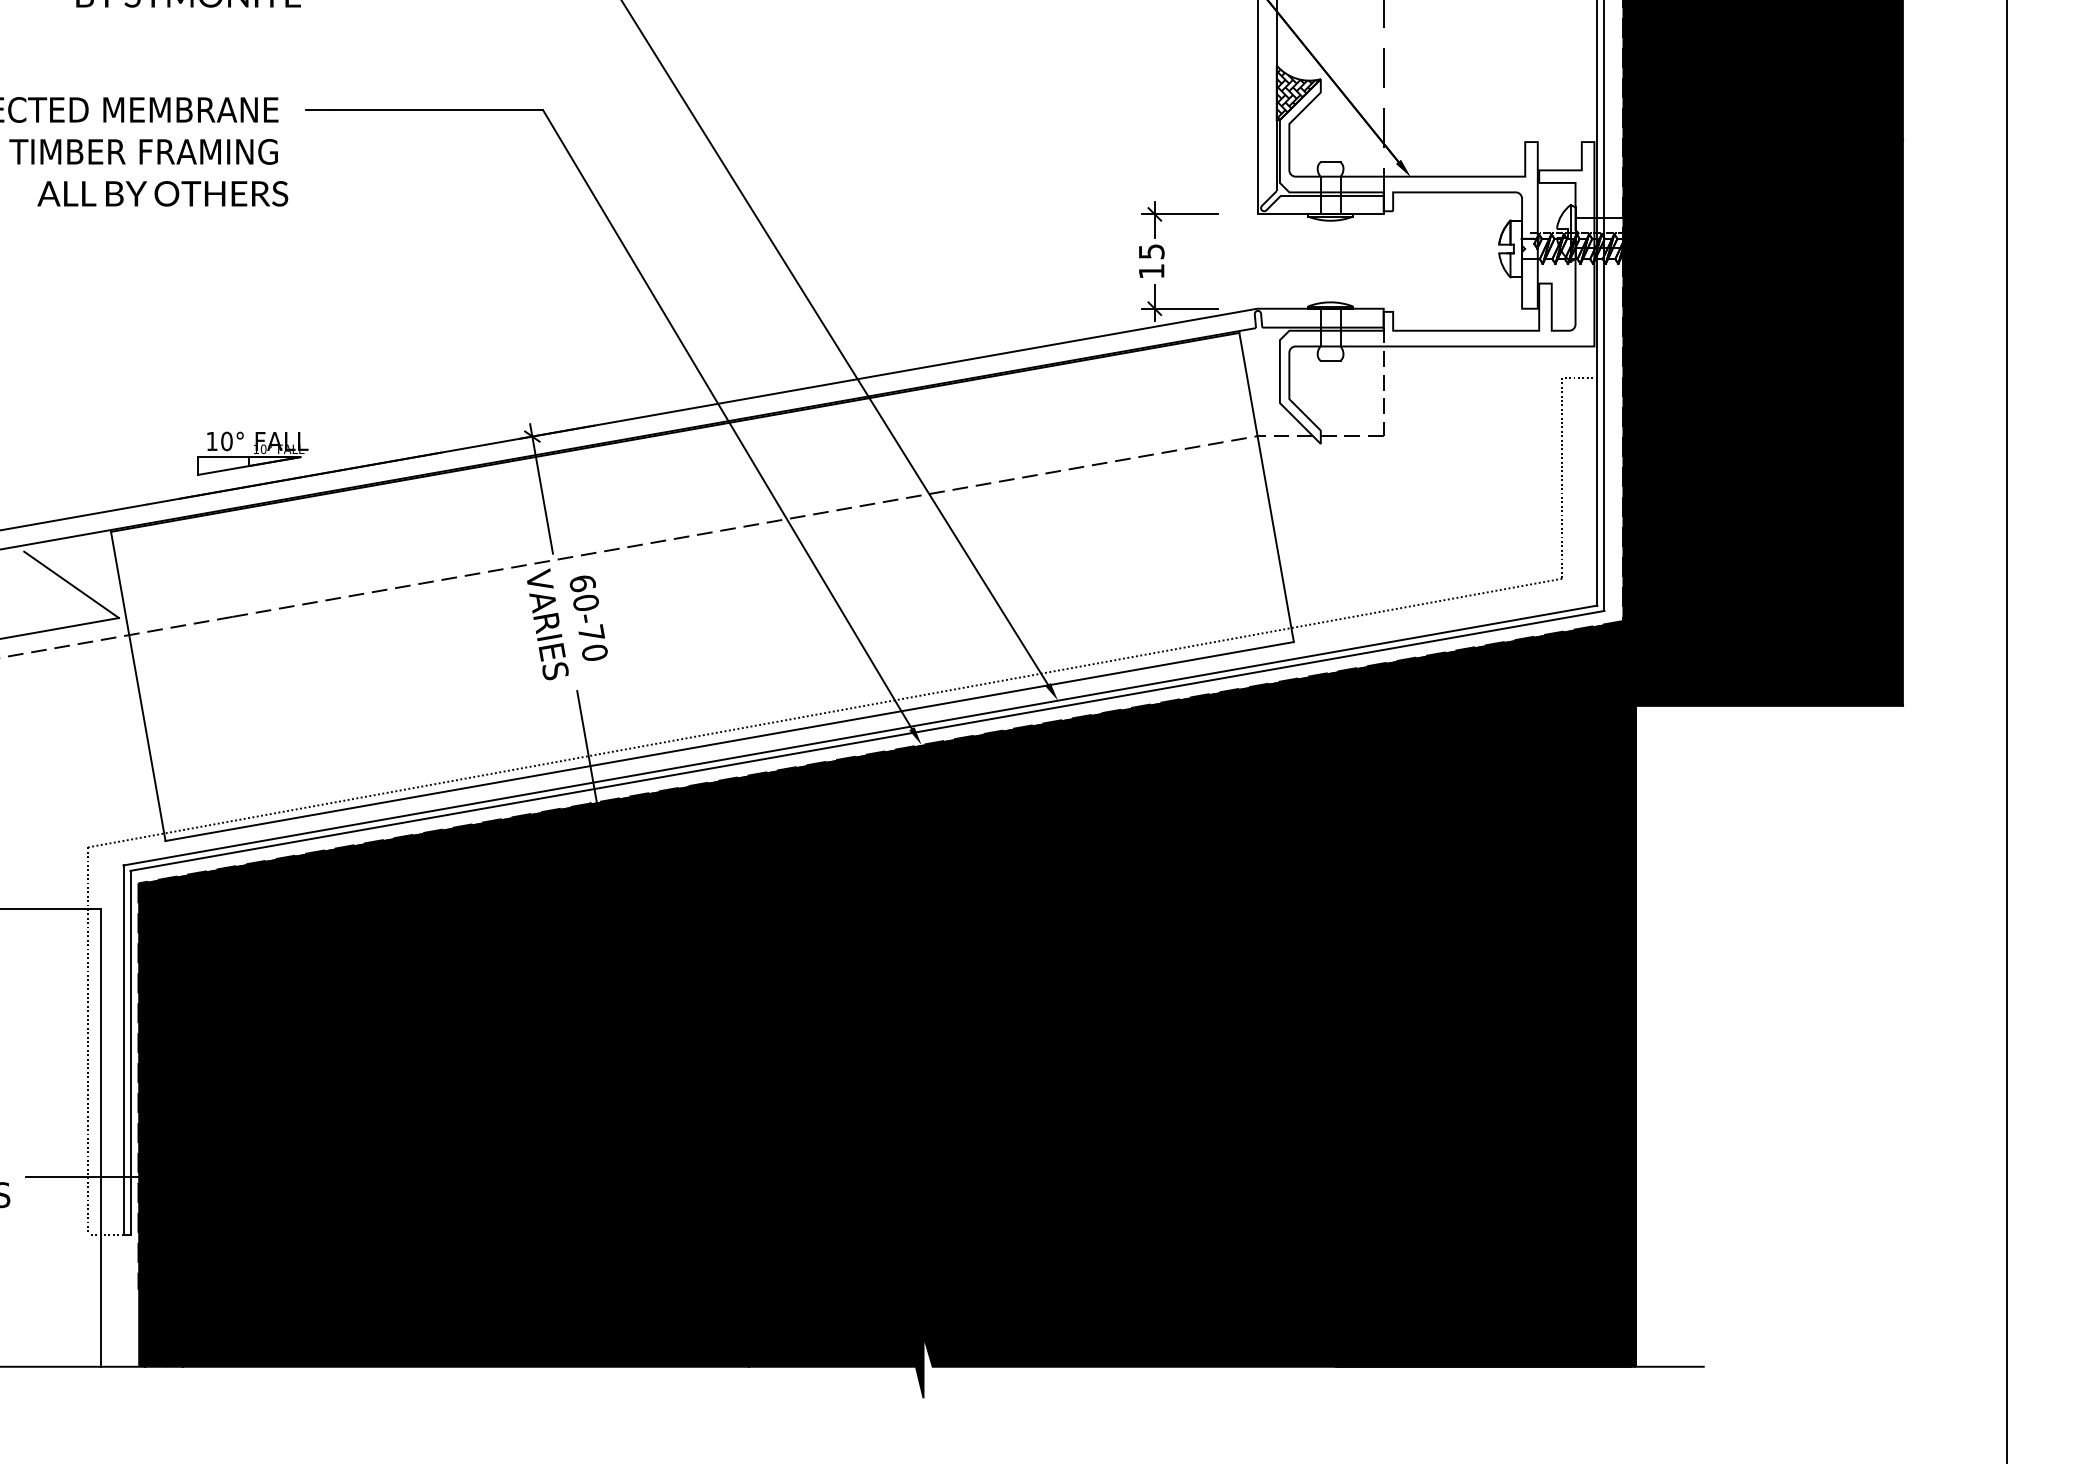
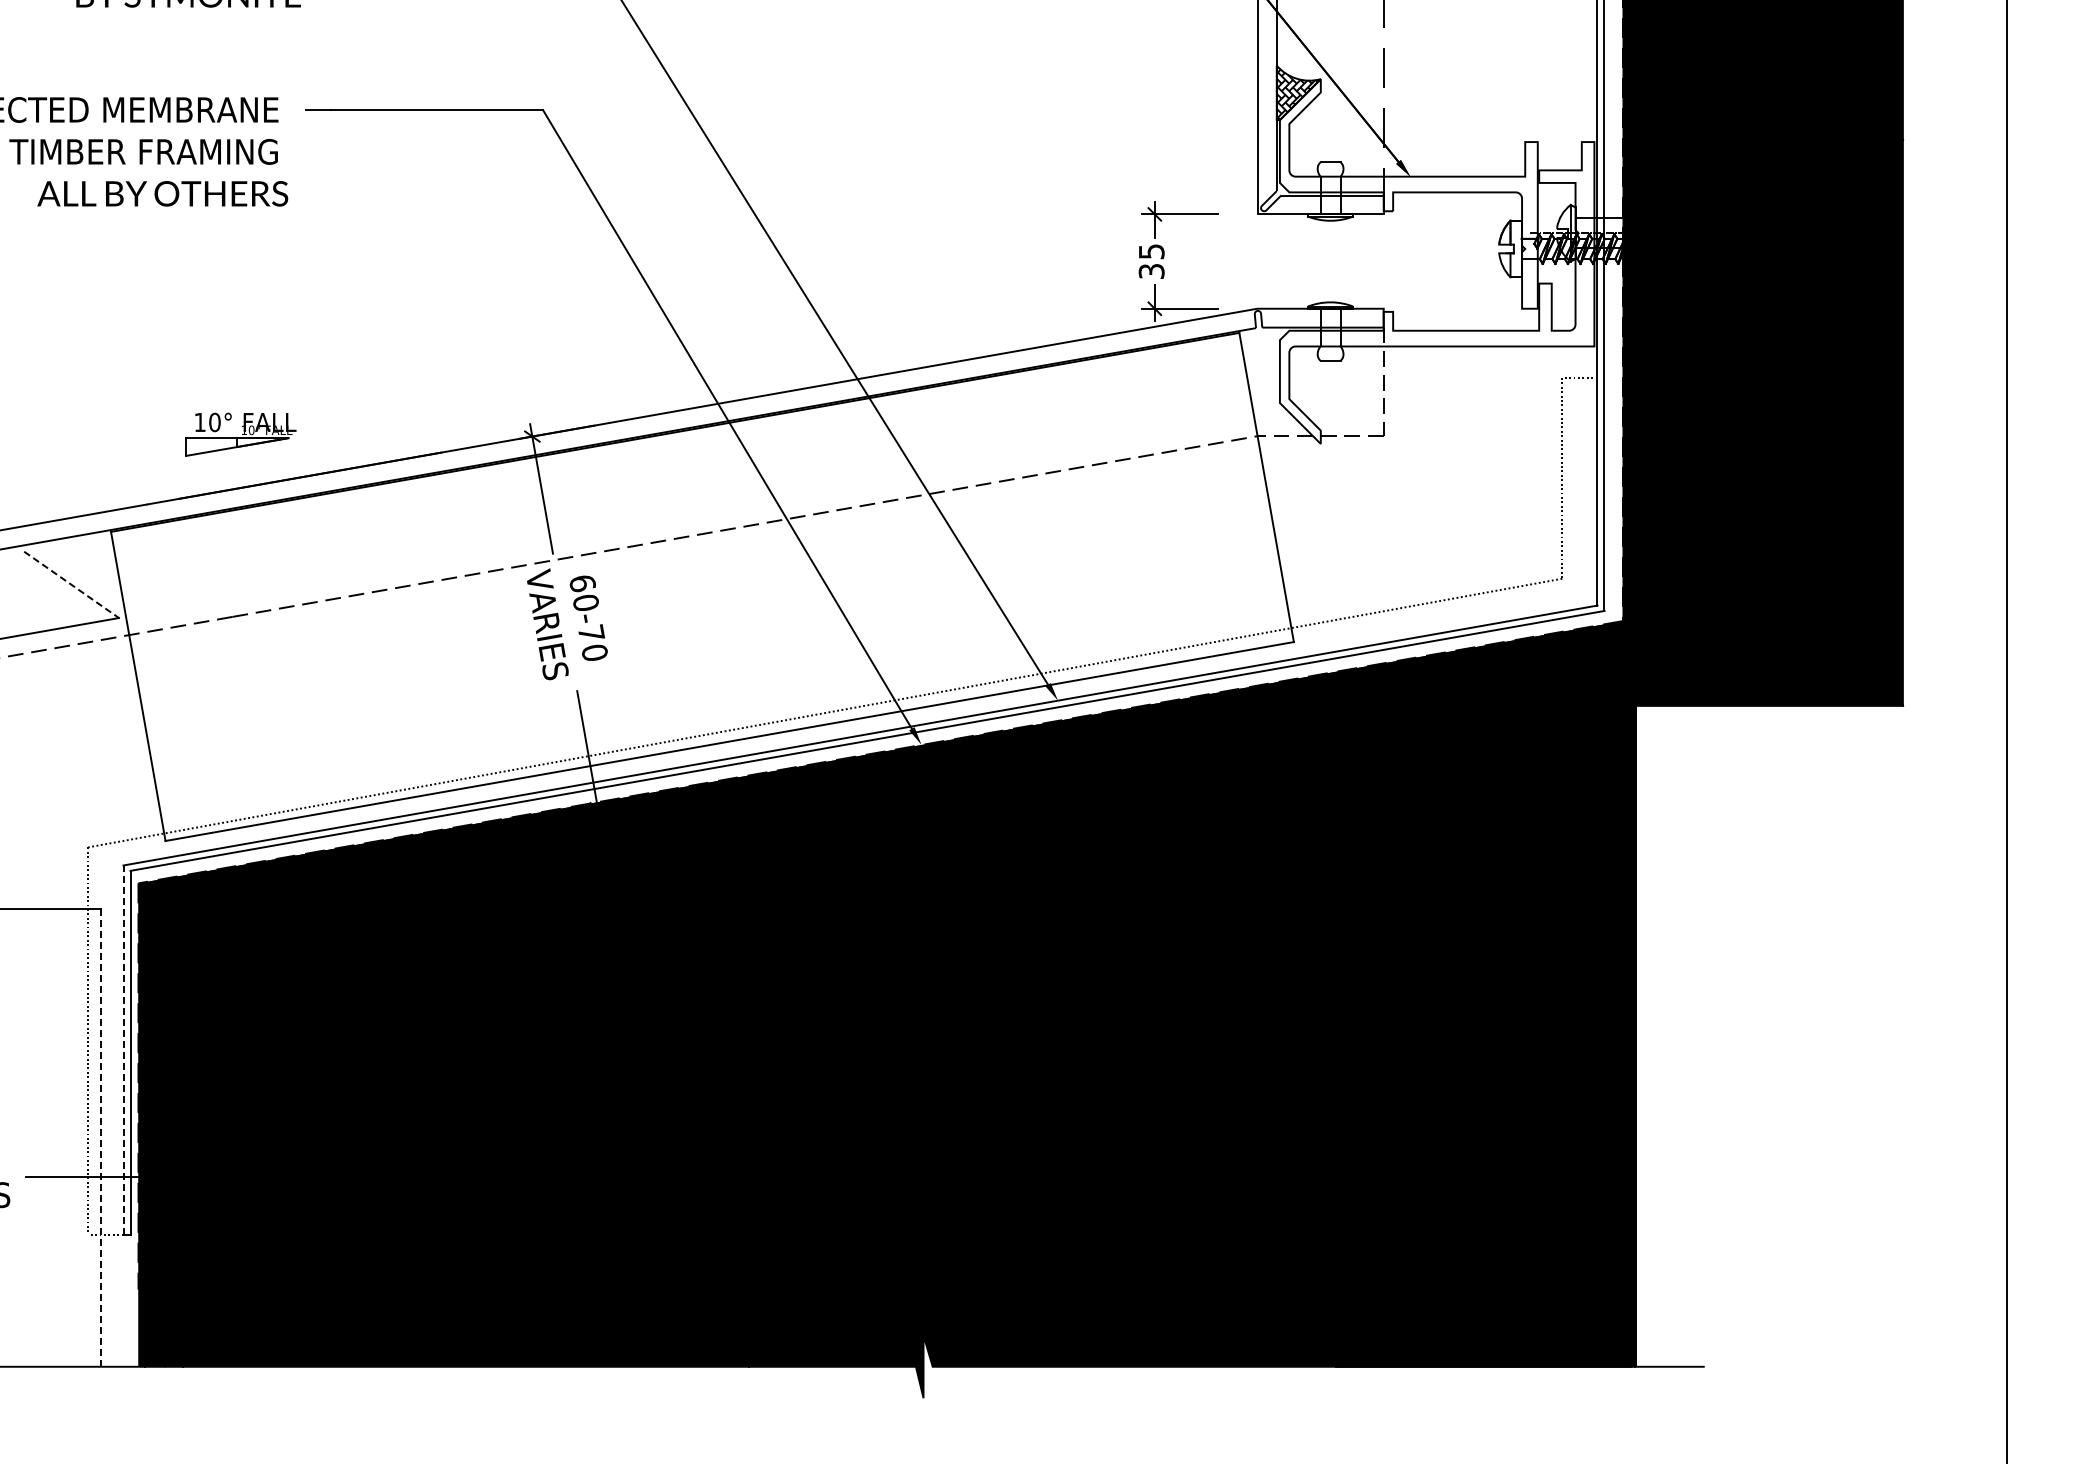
text at (1151, 271): 15 -> 35
part at (252, 453) position: (252, 453) -> (240, 434)
line at (71, 584): solid -> dashed
line at (123, 1050): solid -> dashed
line at (101, 1138): solid -> dashed
